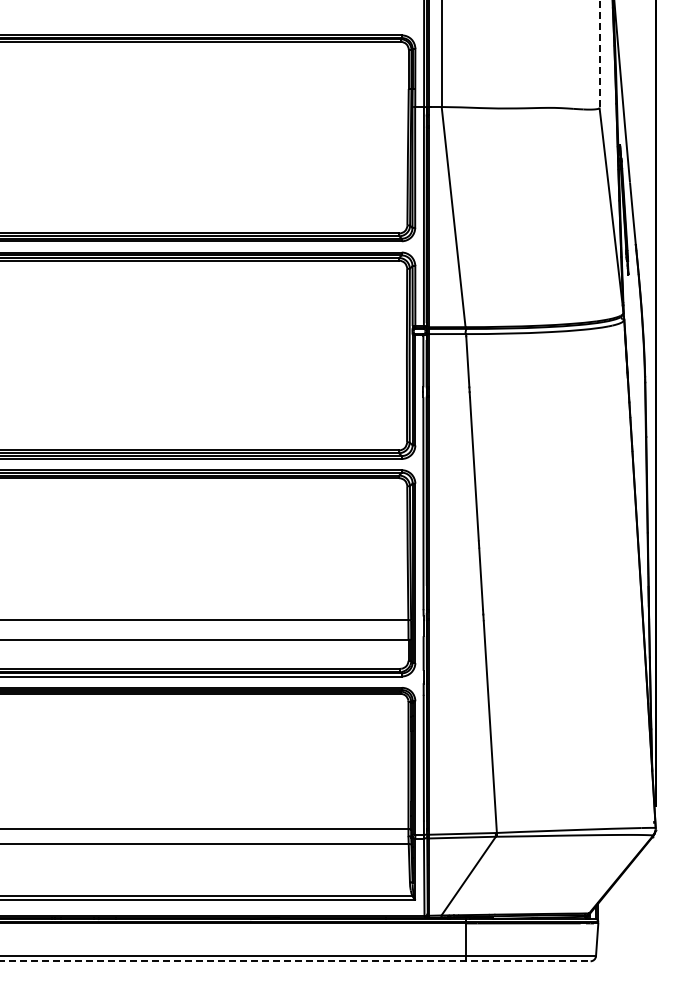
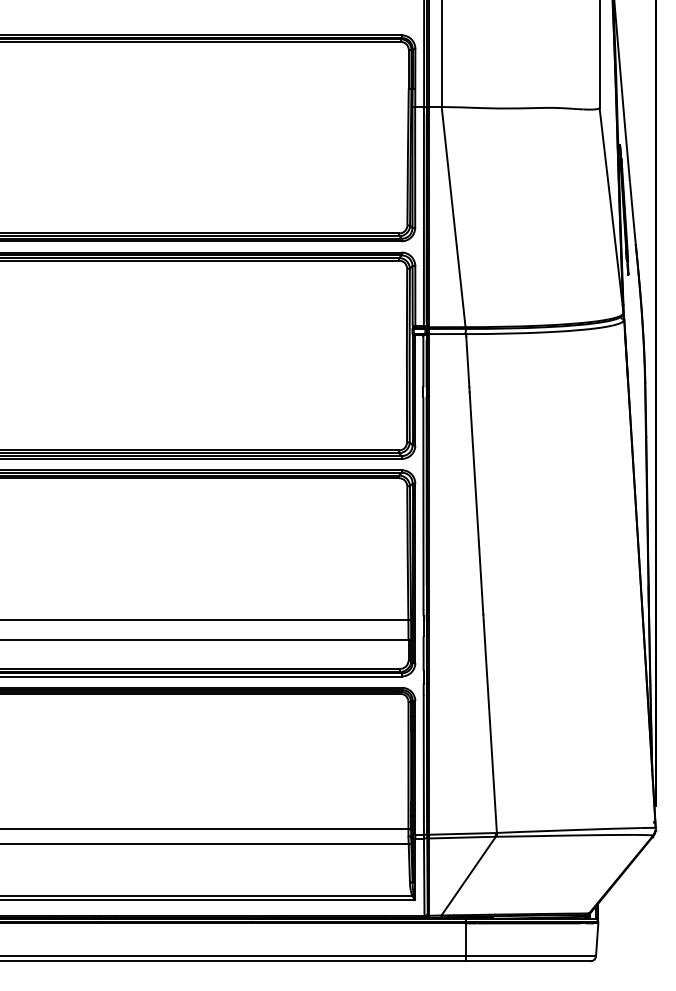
line at (599, 54): dashed -> solid
line at (295, 961): dashed -> solid
